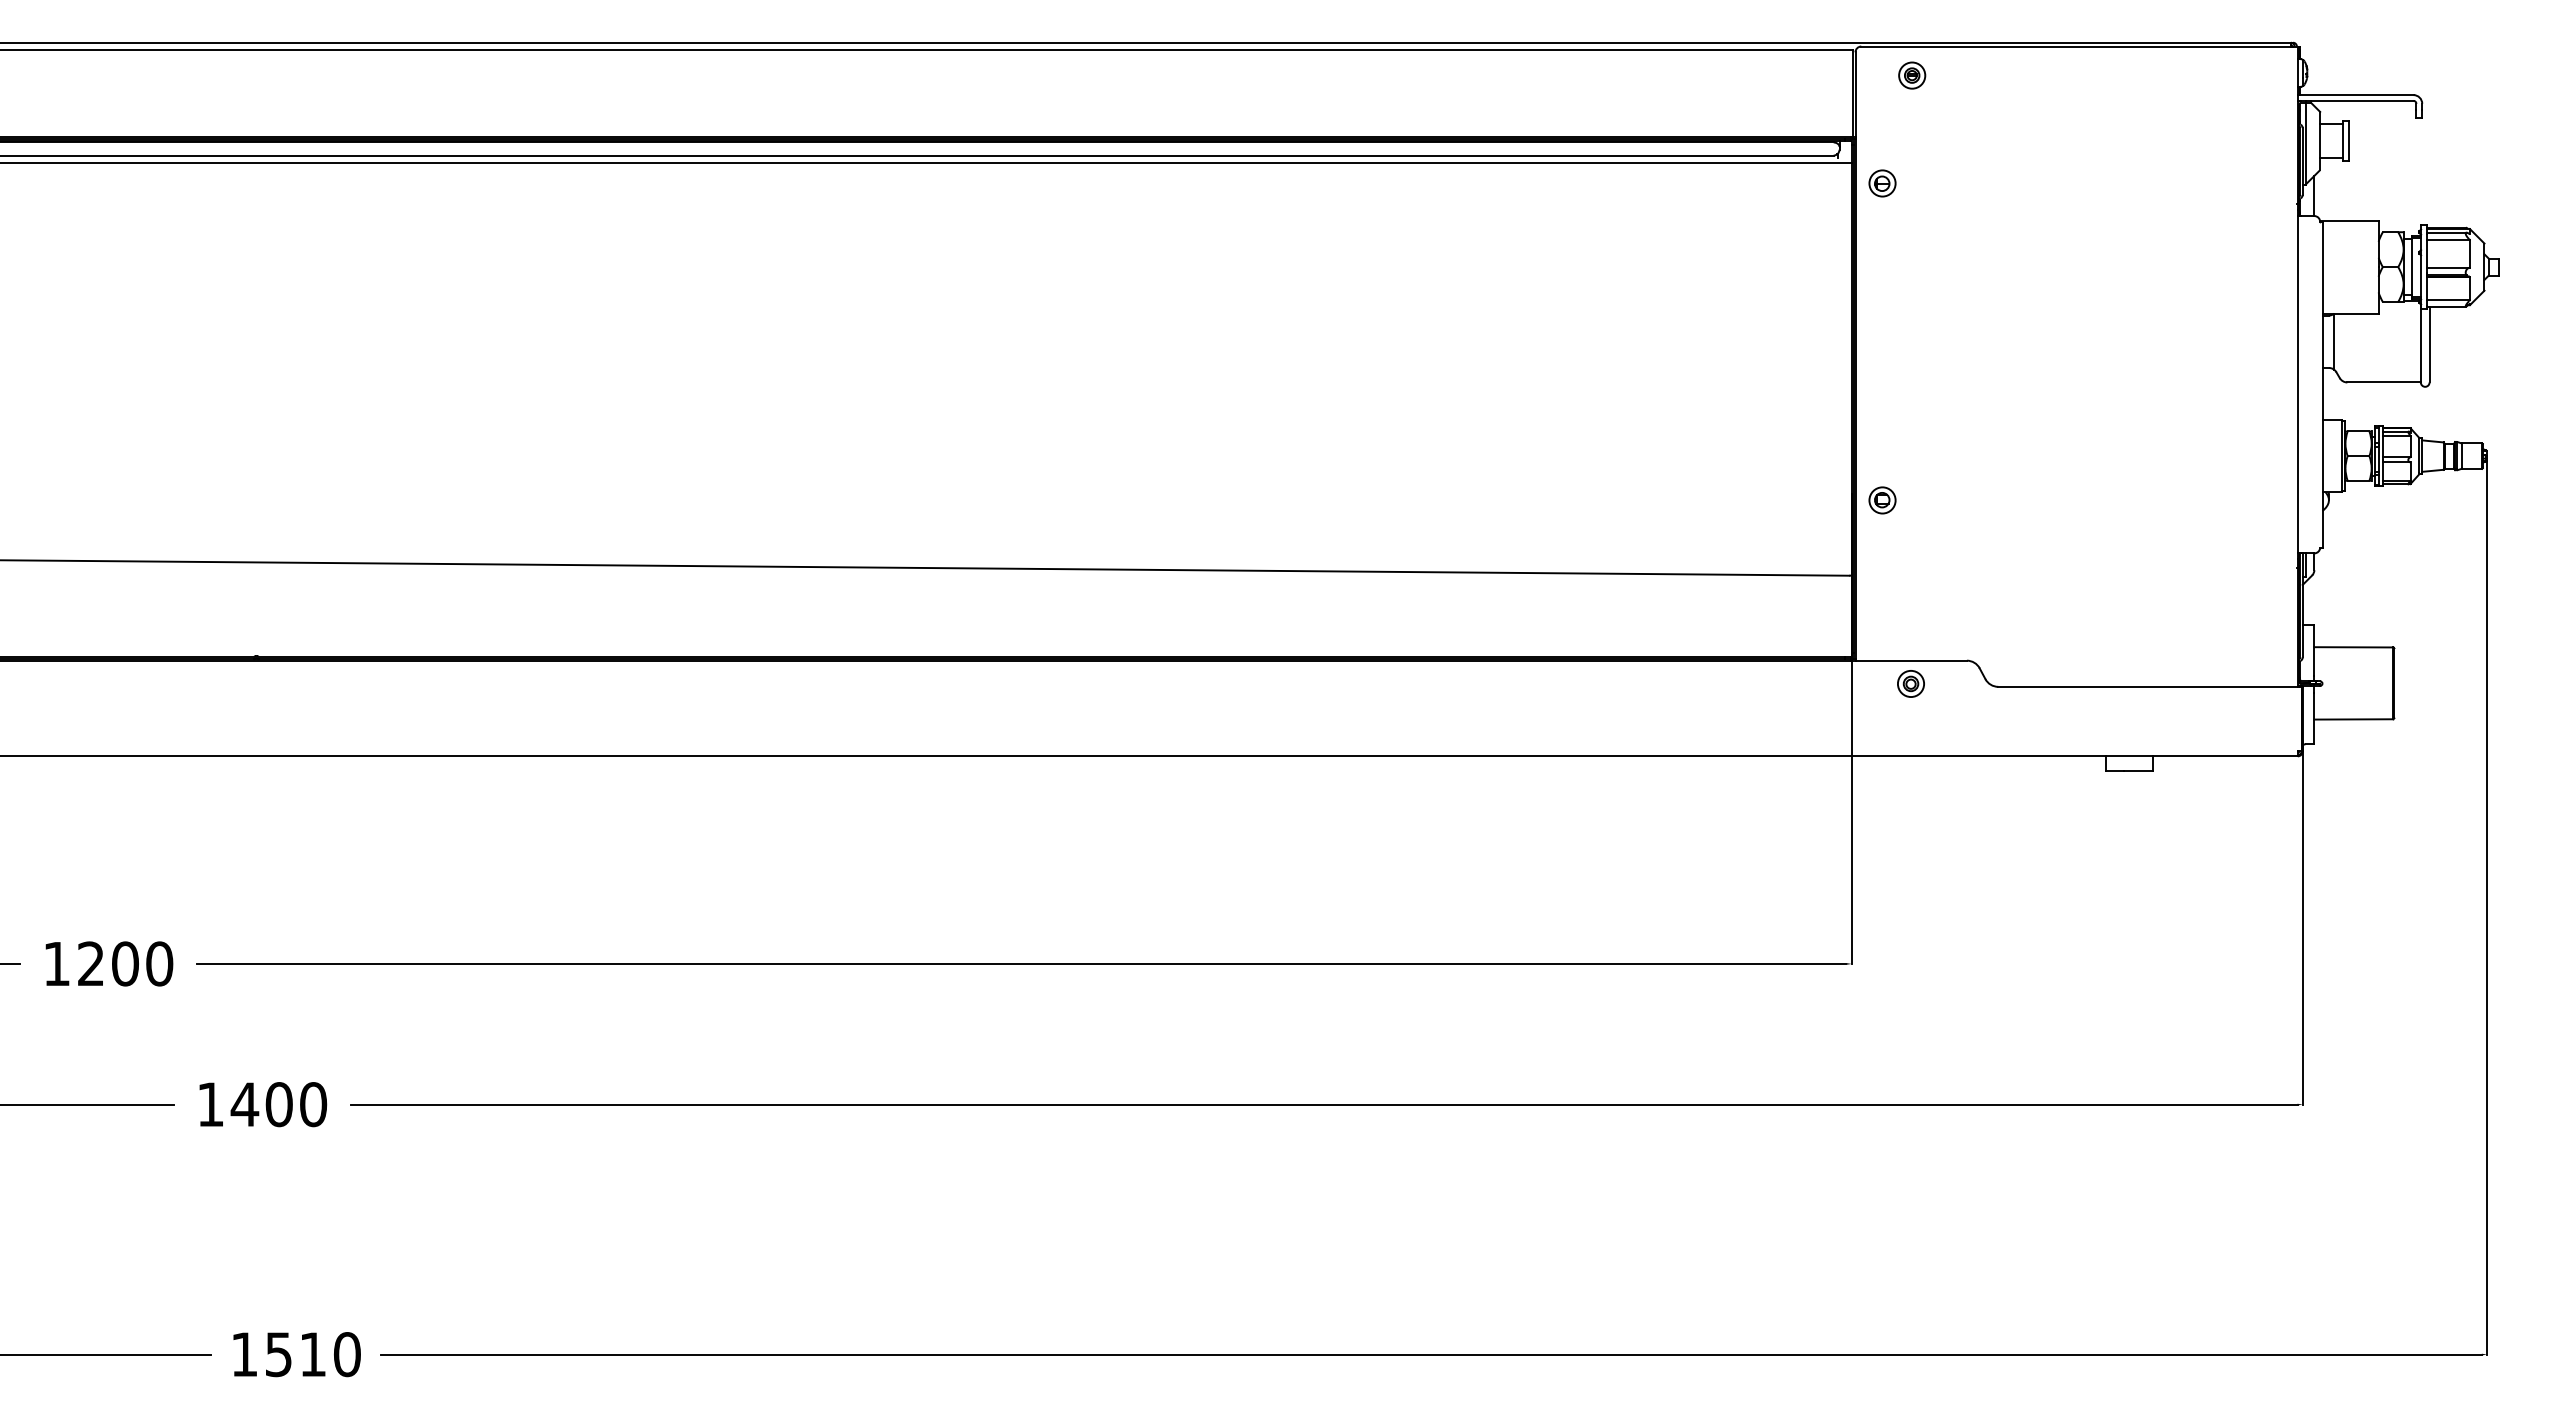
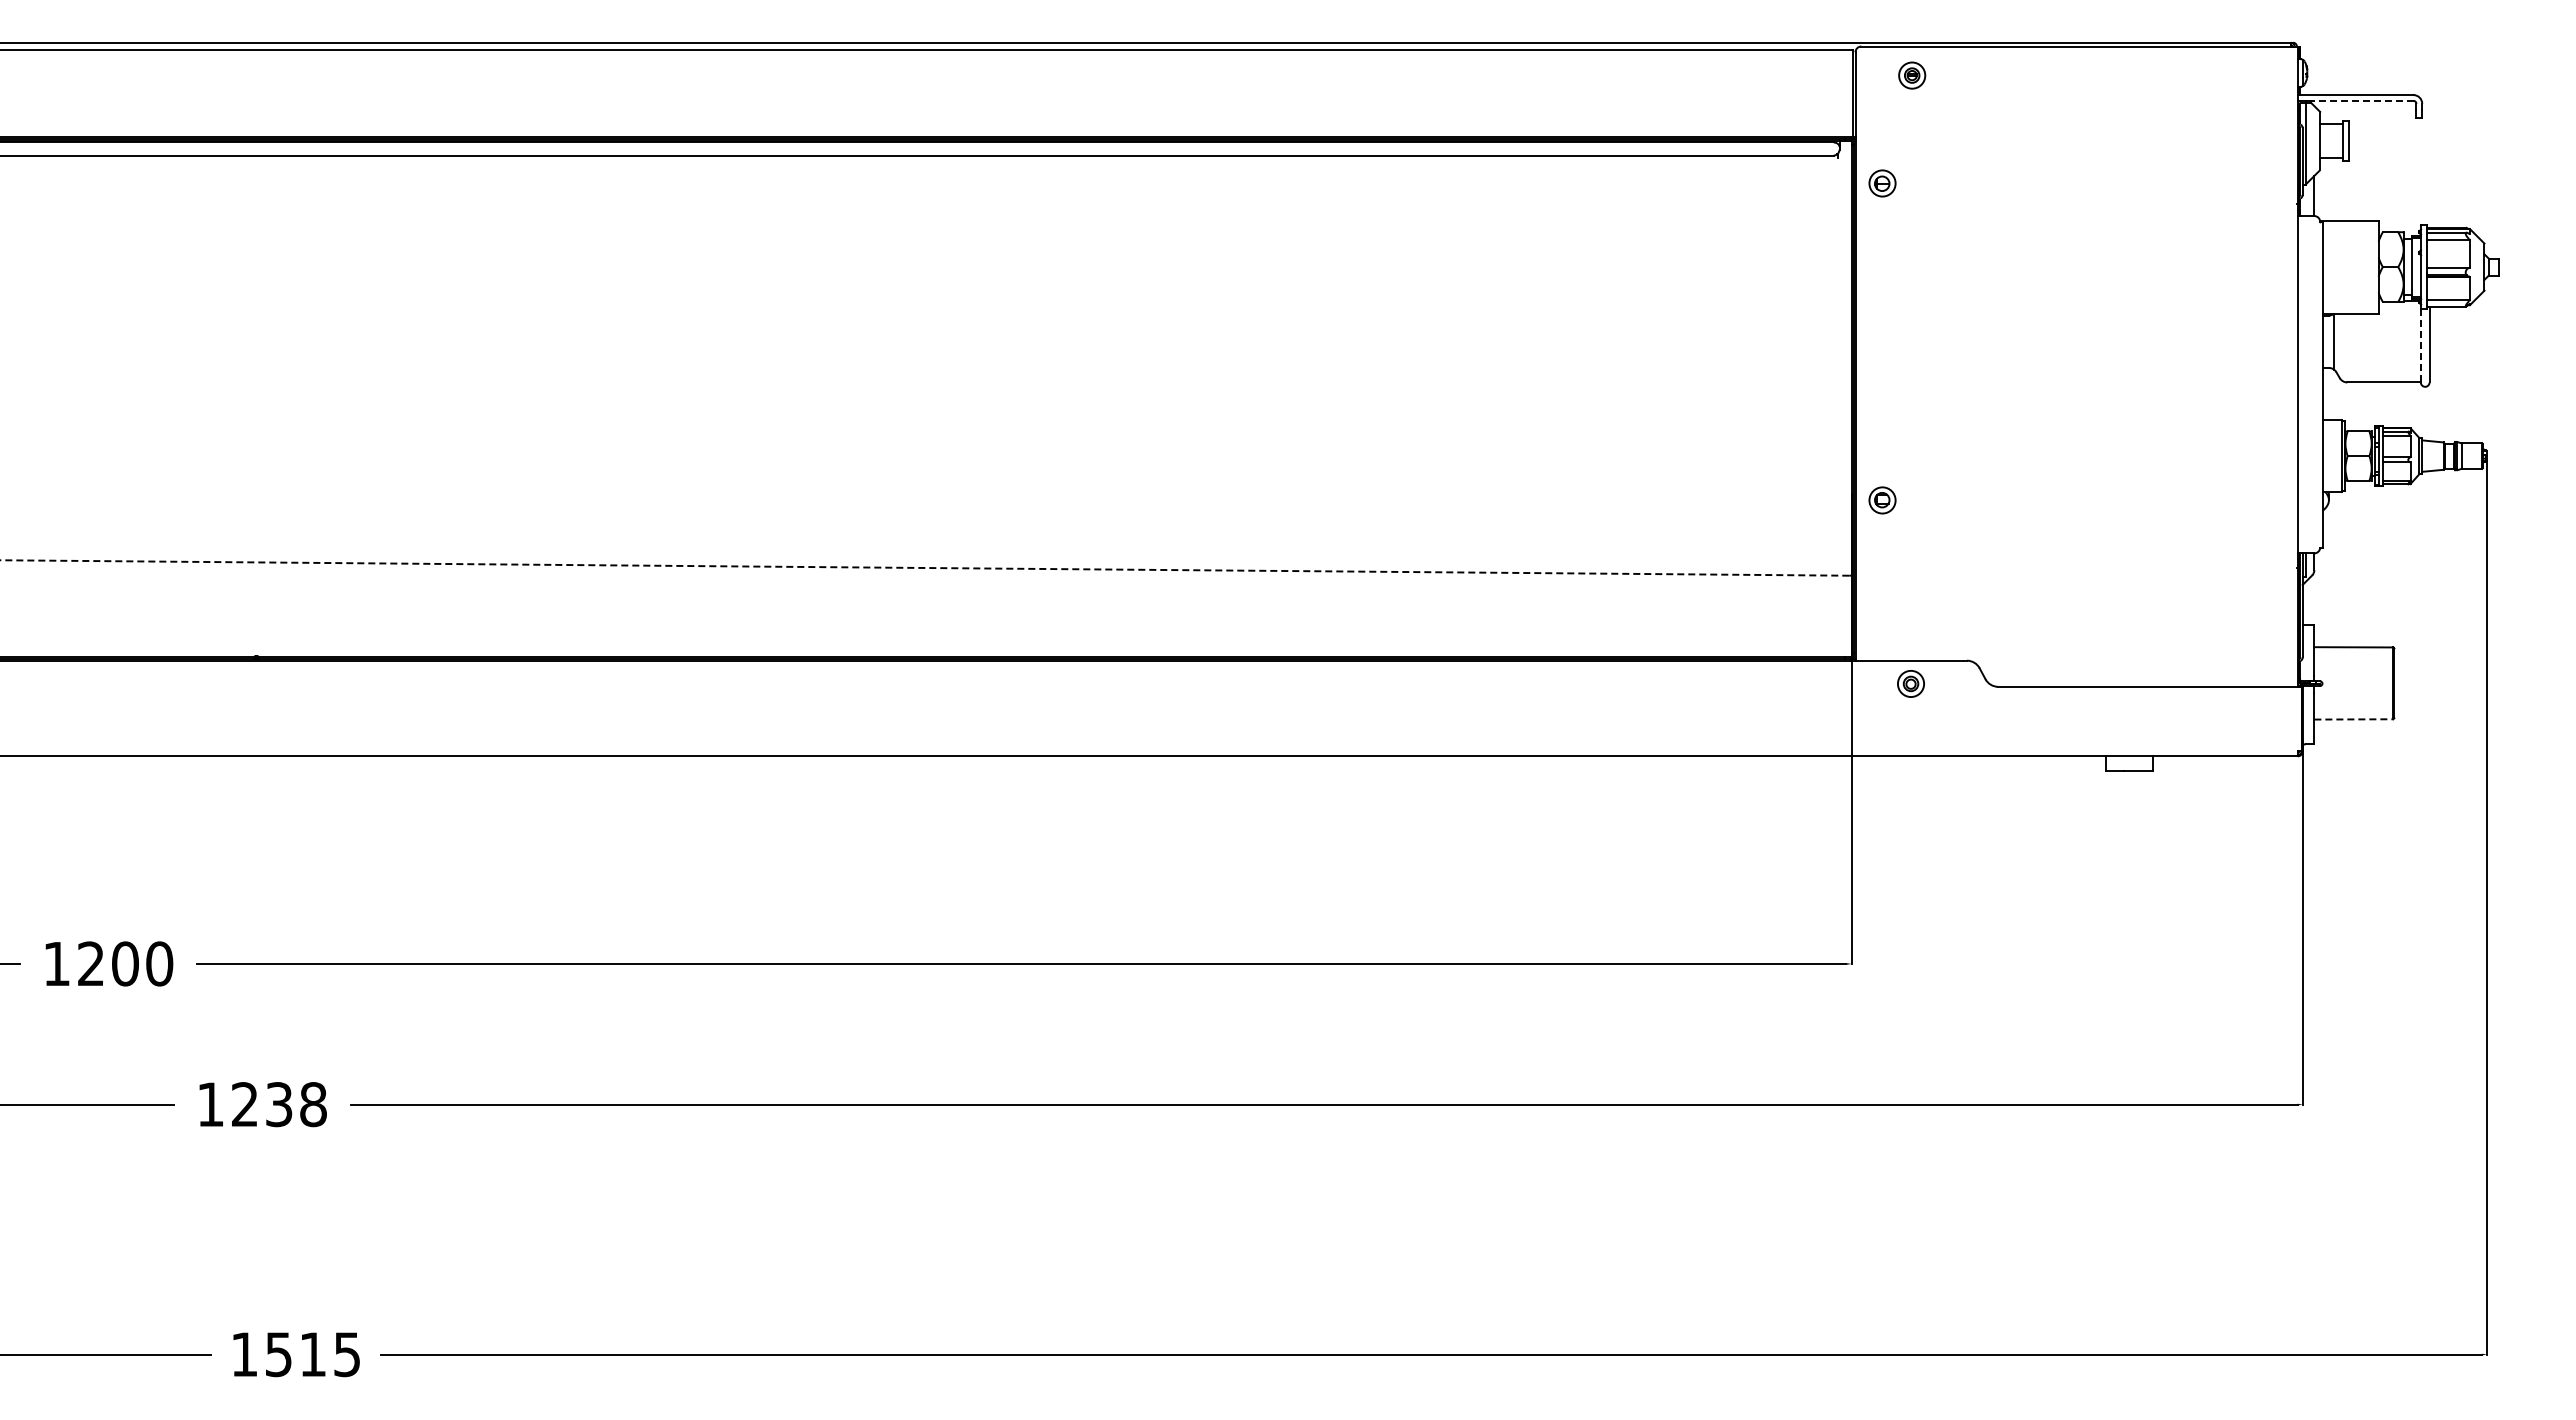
line at (2361, 100): solid -> dashed
line at (926, 162): present -> none
line at (2420, 342): solid -> dashed
line at (924, 567): solid -> dashed
line at (2354, 719): solid -> dashed
text at (278, 1104): 1400 -> 1238
text at (347, 1354): 1510 -> 1515
